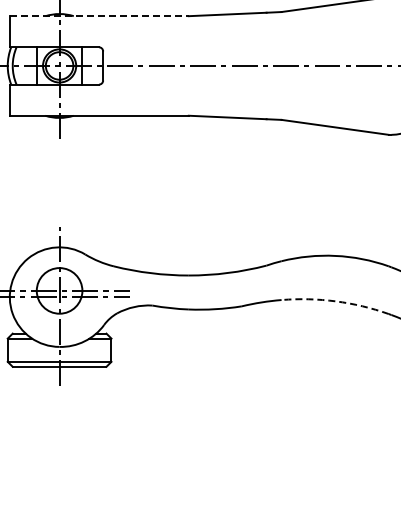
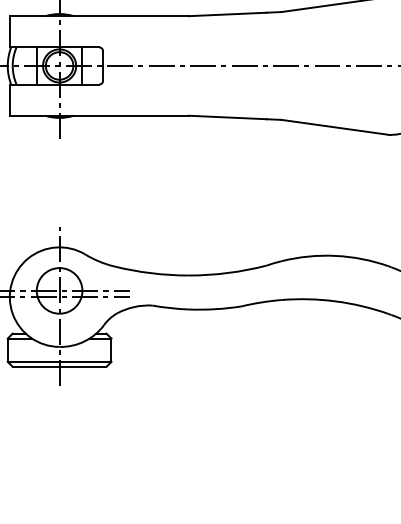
line at (99, 16): dashed -> solid
arc at (335, 301): dashed -> solid
